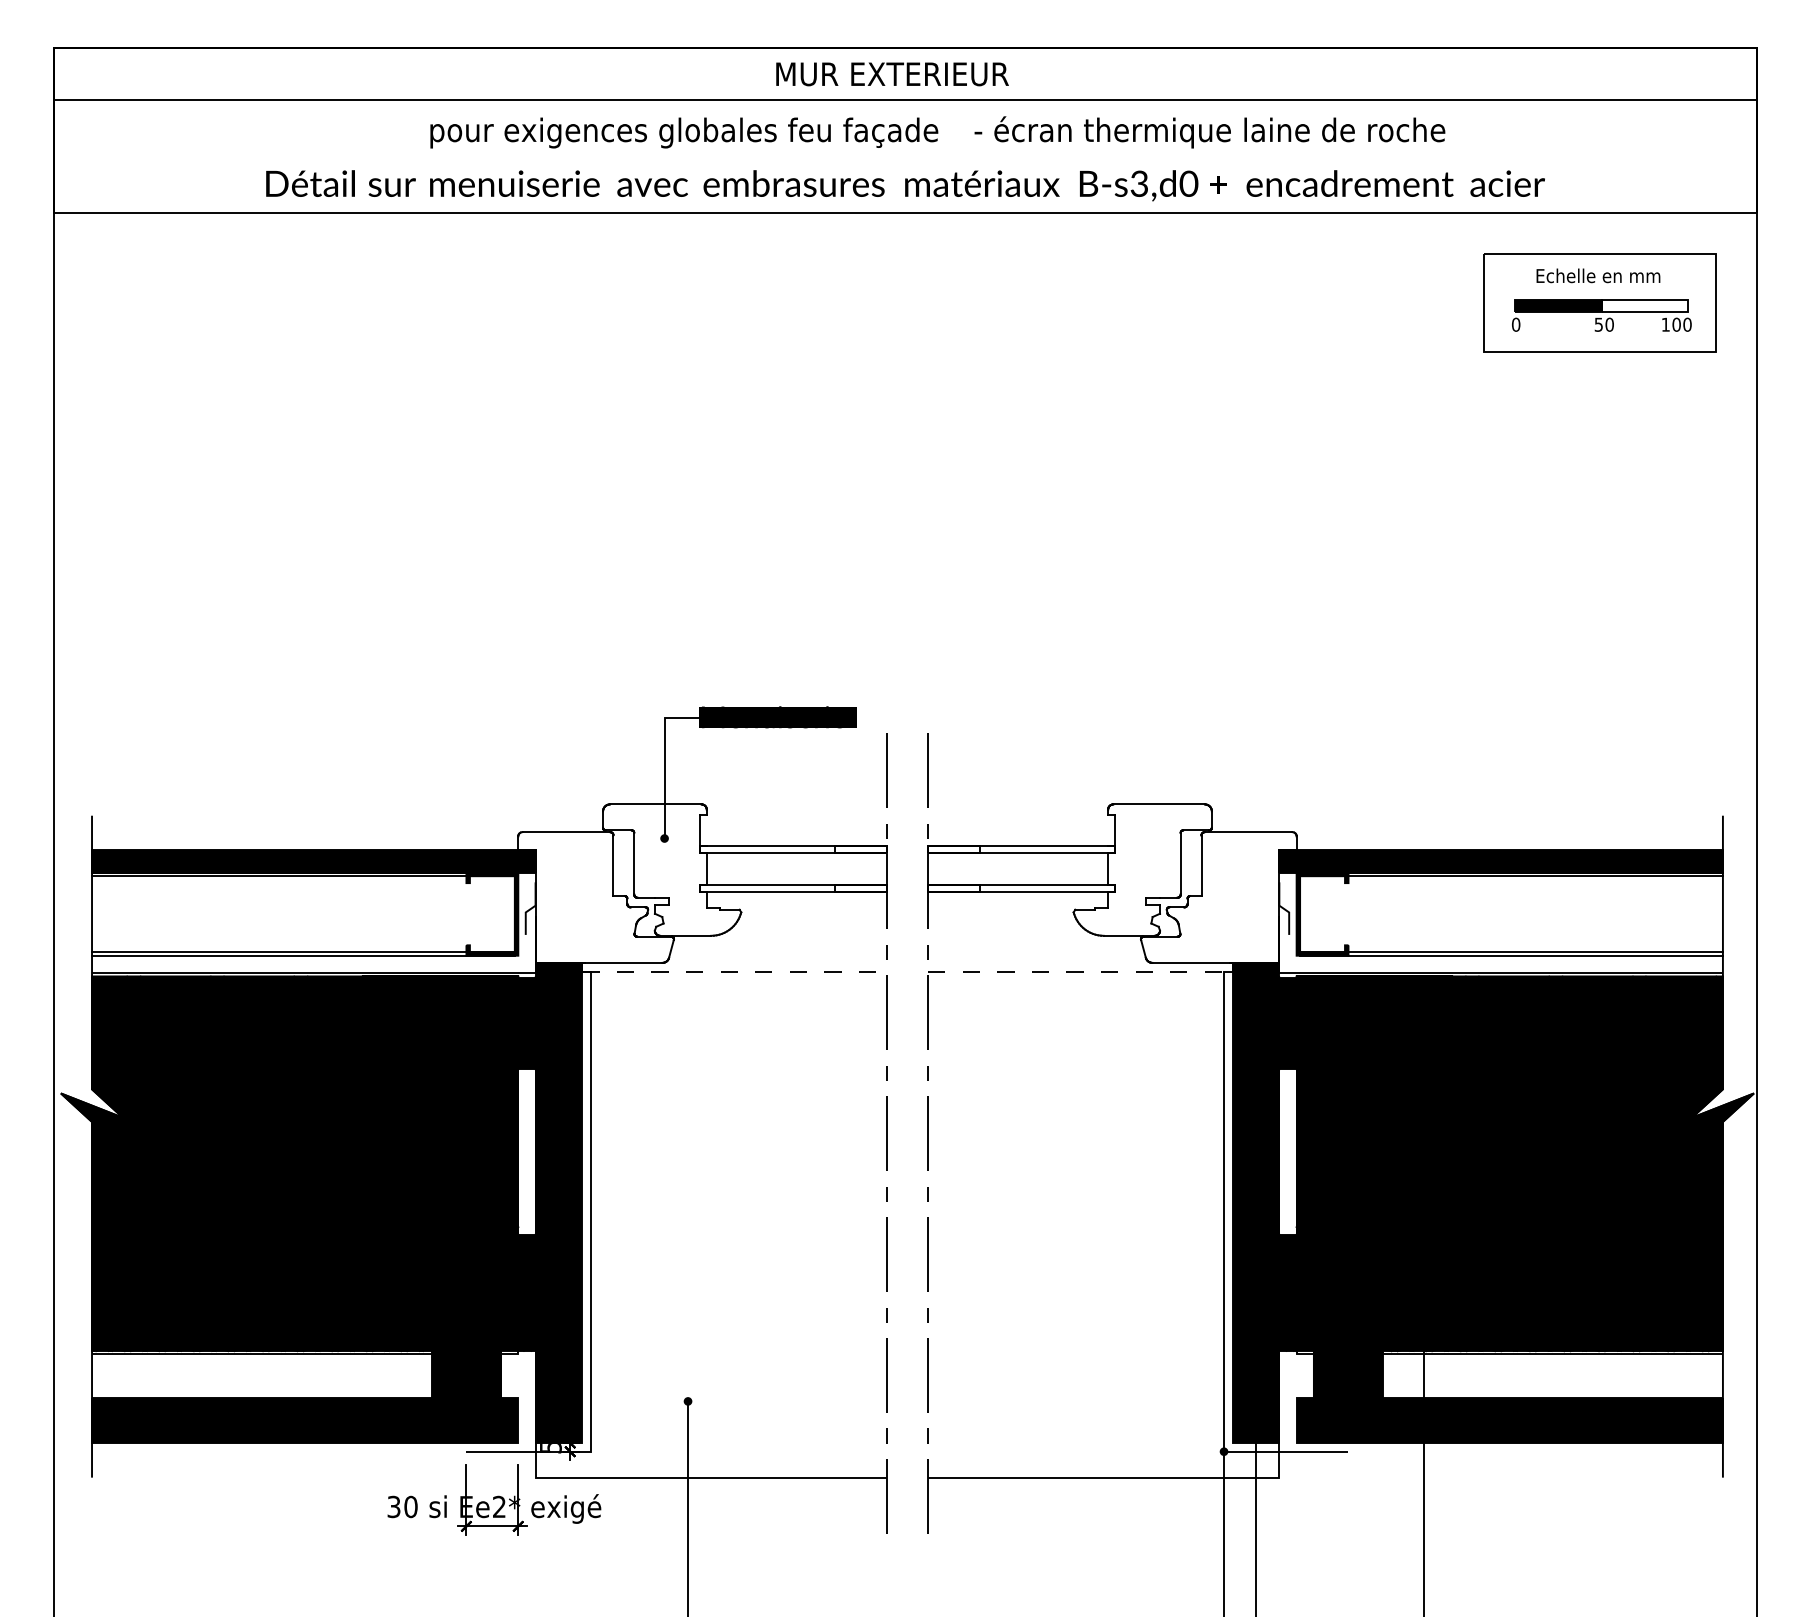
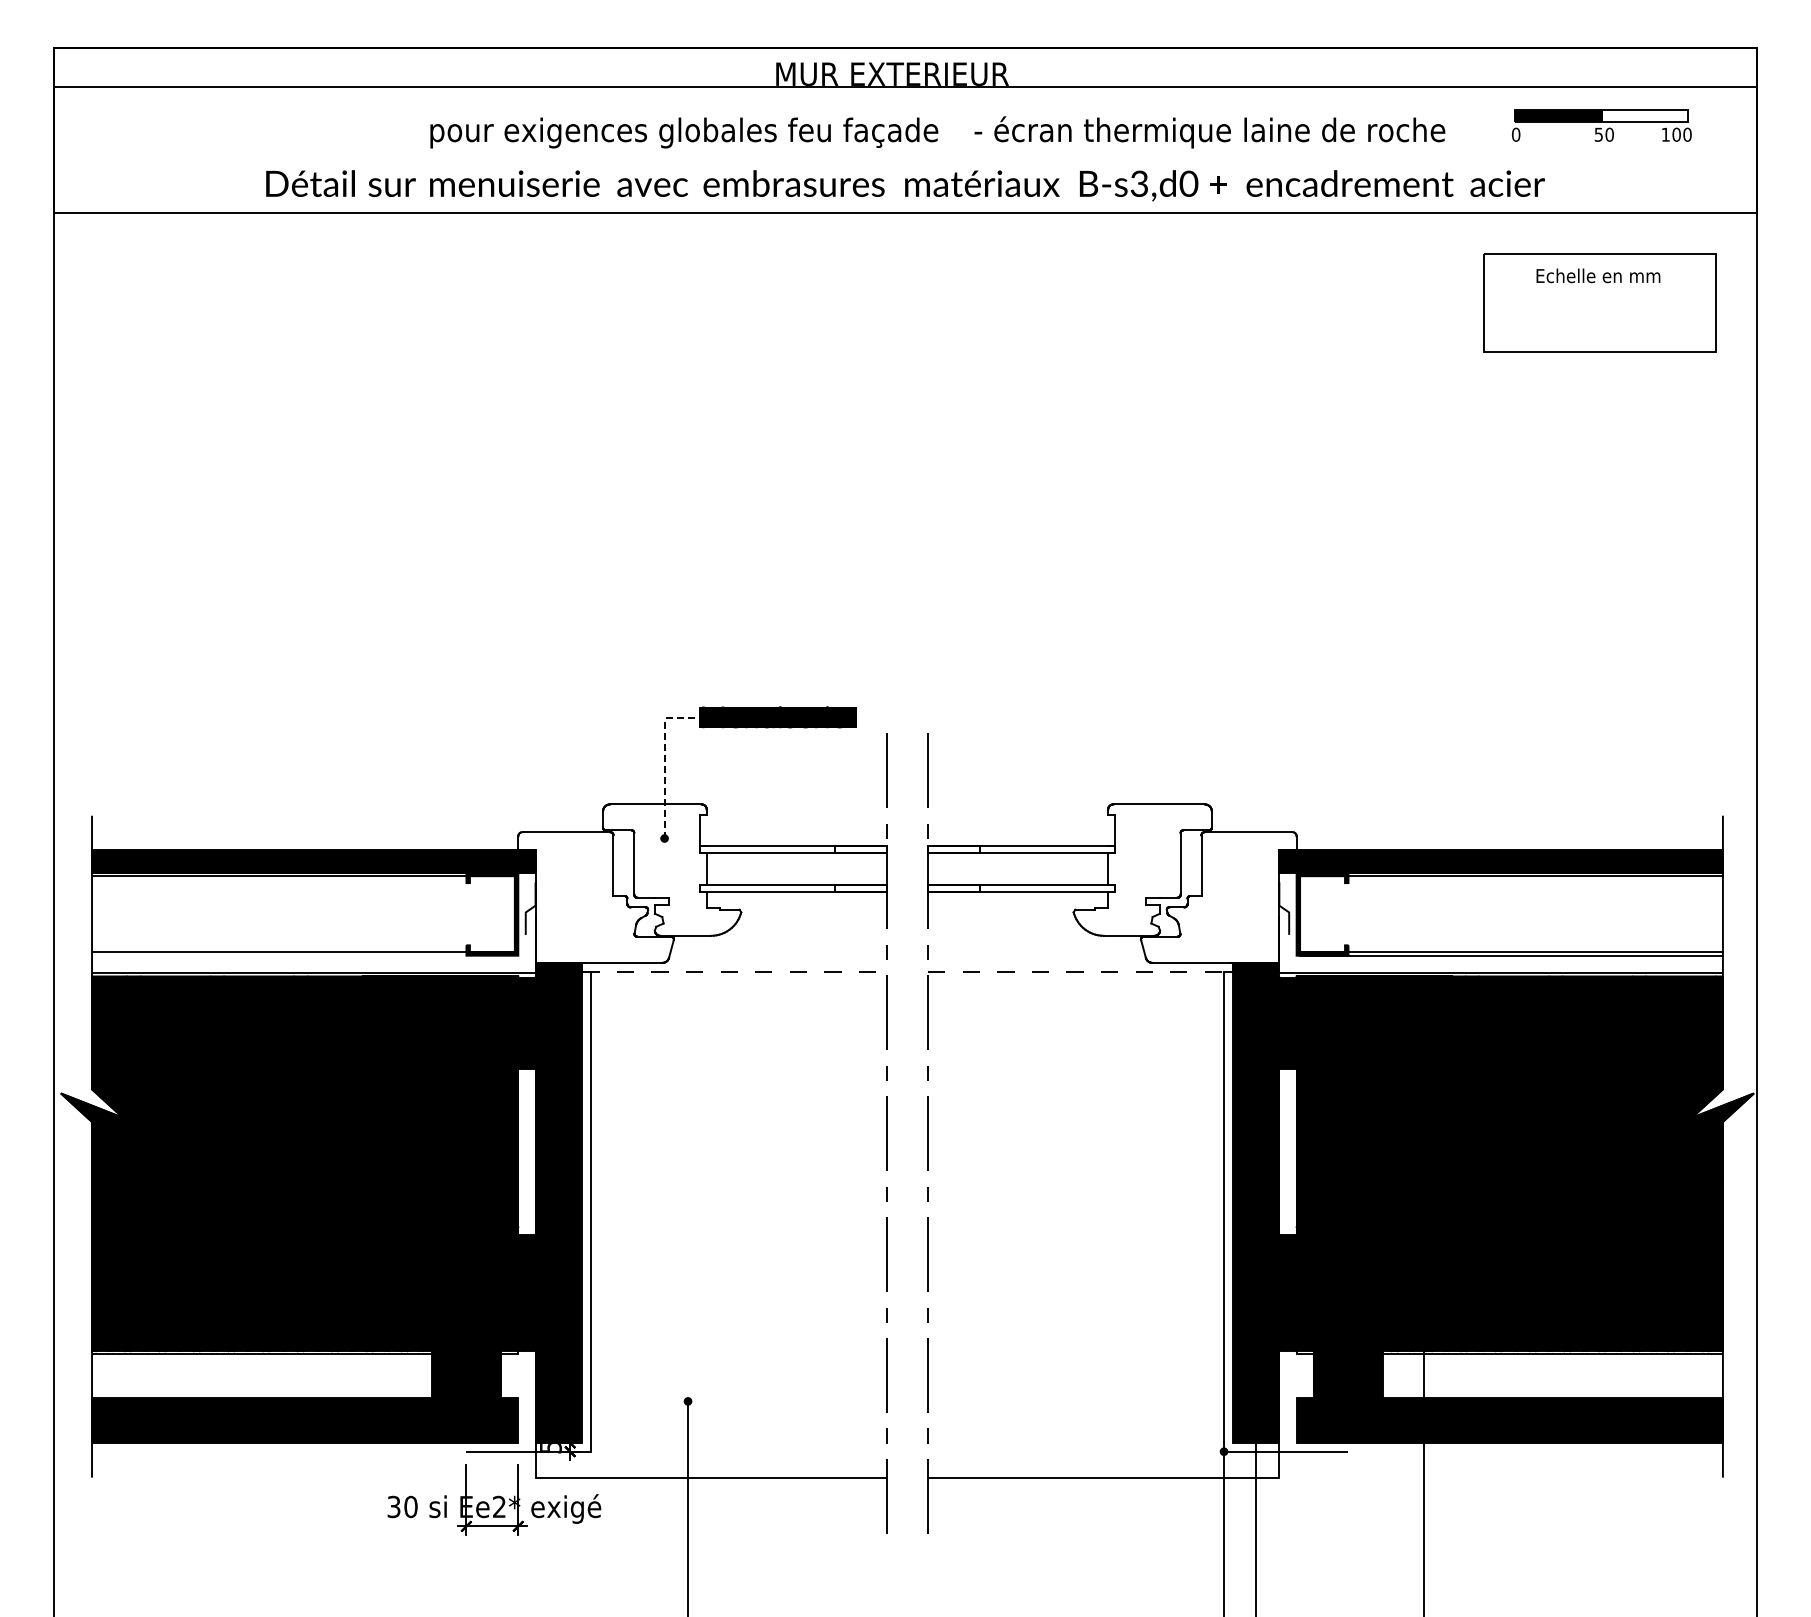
line at (905, 100) position: (905, 100) -> (905, 87)
part at (1601, 315) position: (1601, 315) -> (1601, 125)
line at (664, 760): solid -> dashed
line at (303, 955): present -> none
